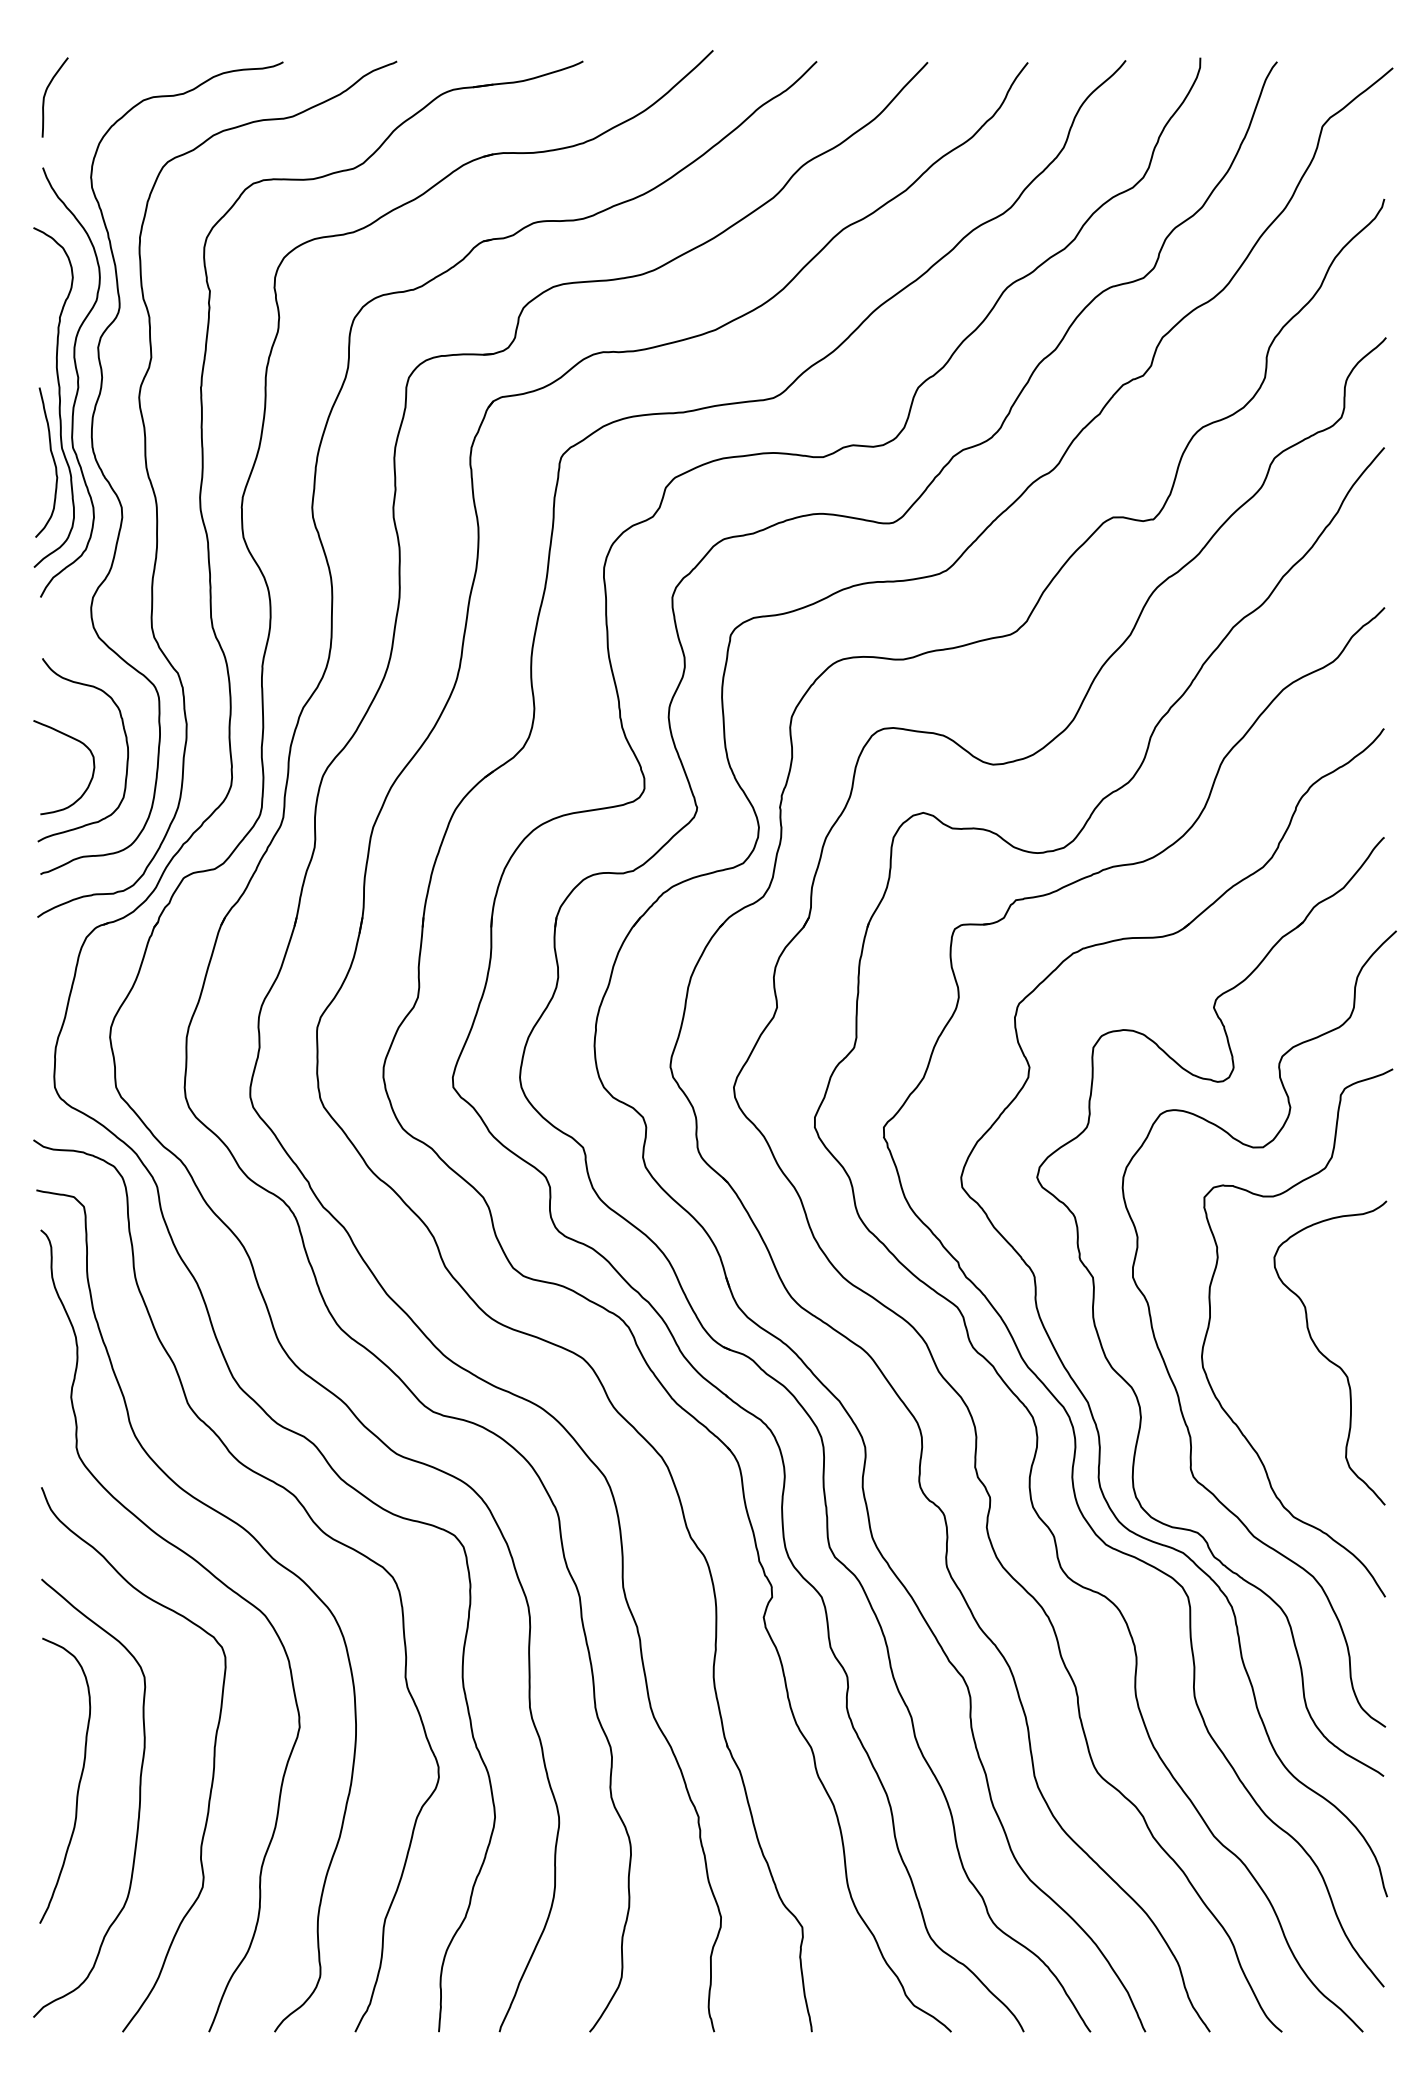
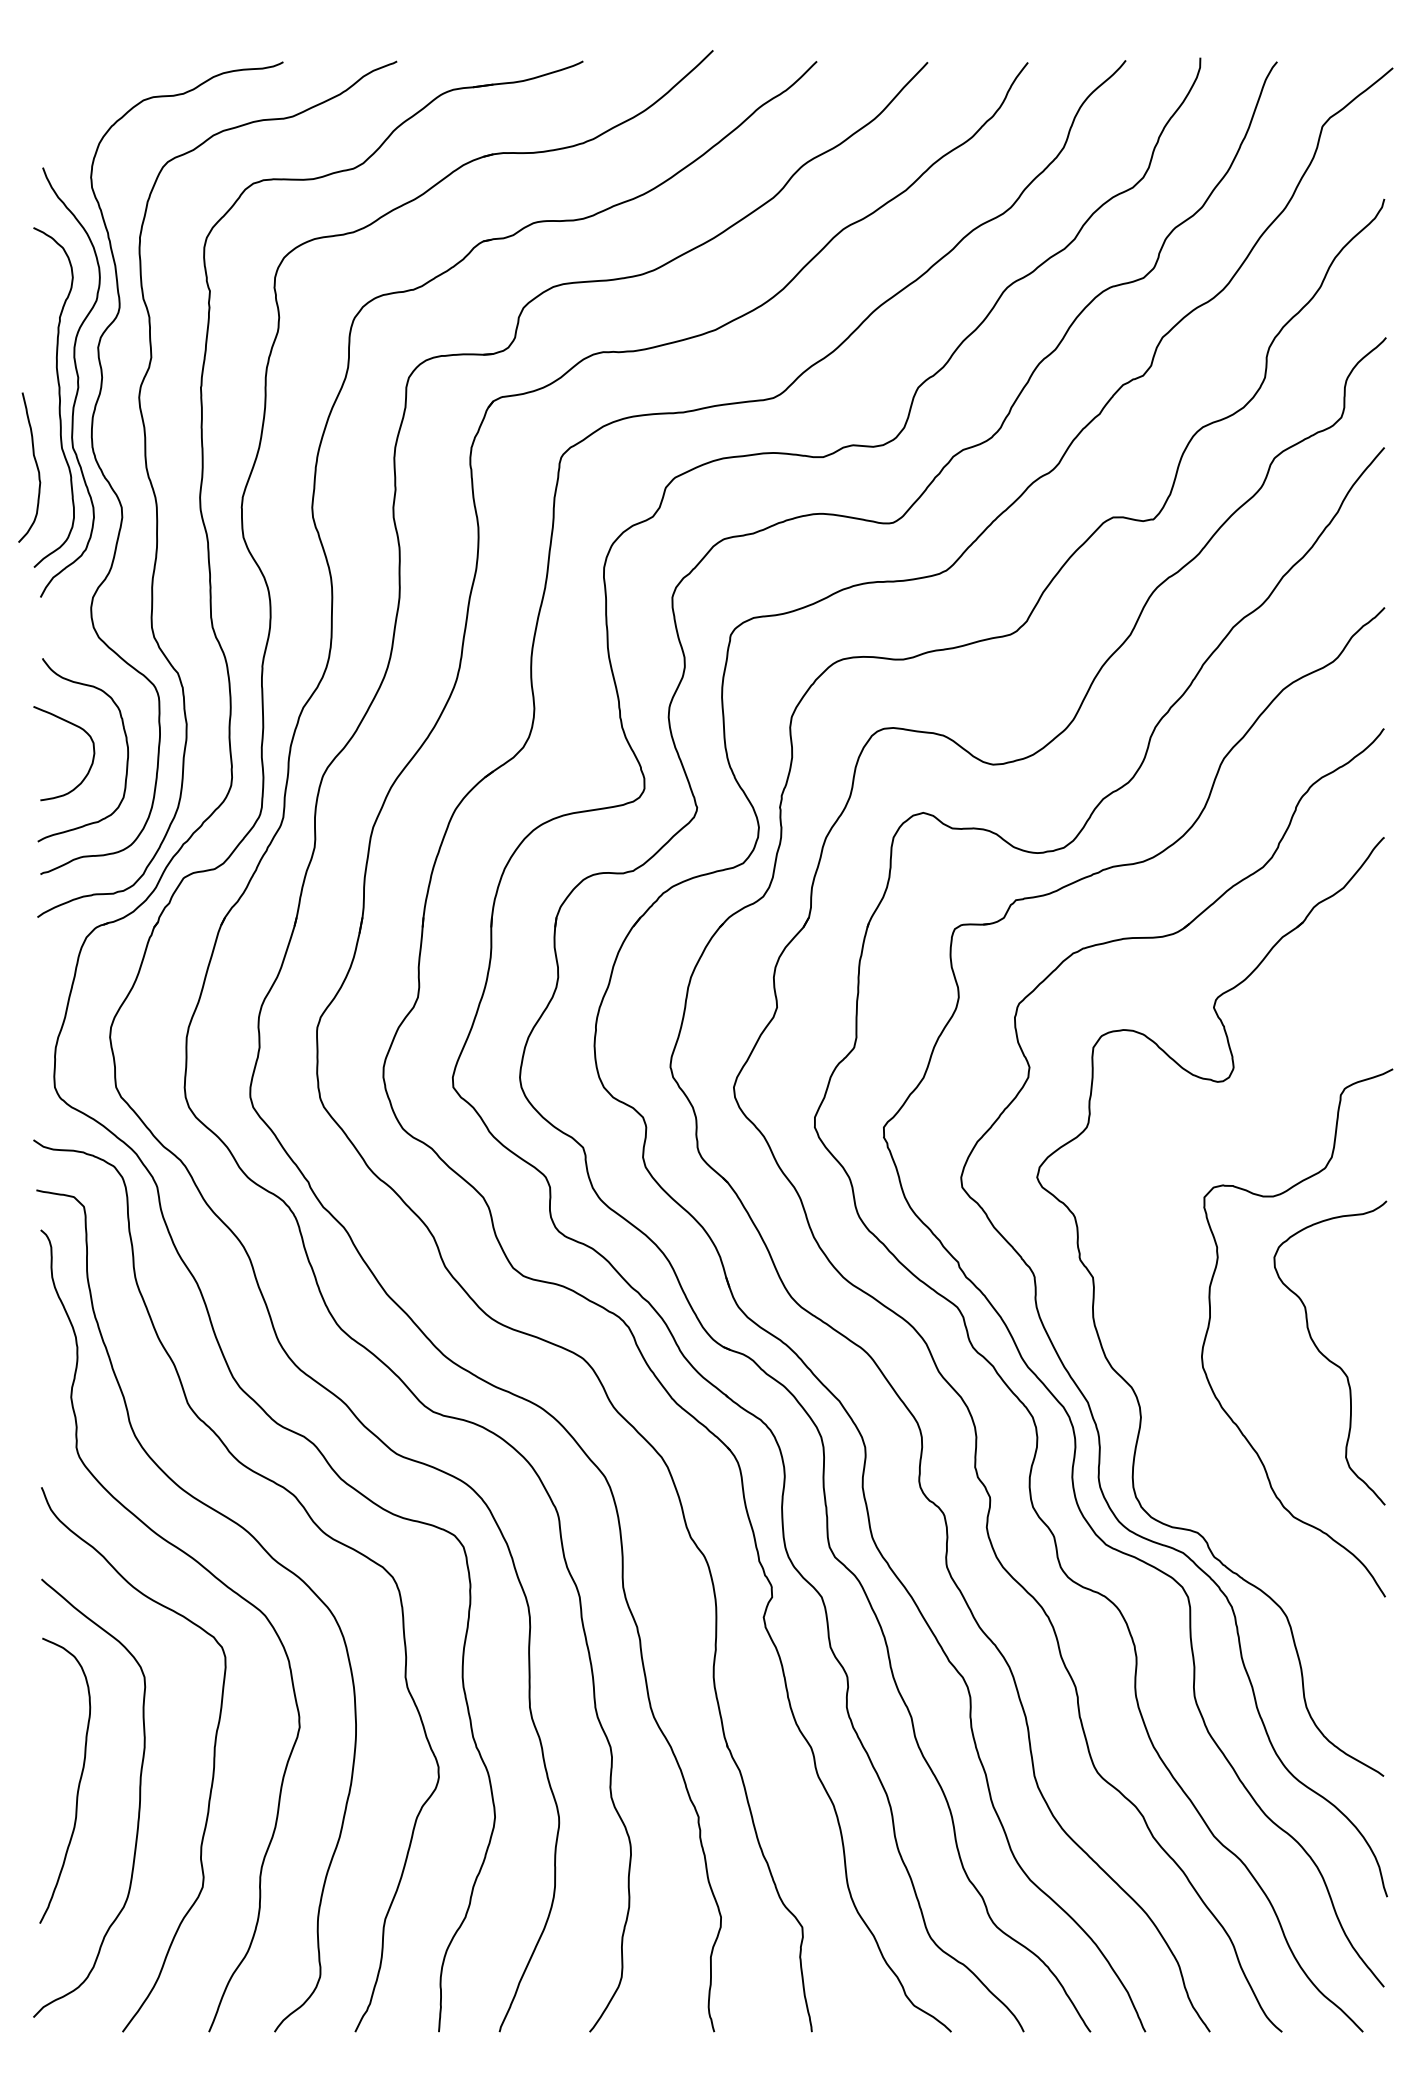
curve at (46, 93): present -> none
curve at (52, 459) position: (52, 459) -> (35, 464)
curve at (92, 771) position: (92, 771) -> (92, 757)
curve at (1166, 1364): present -> none
